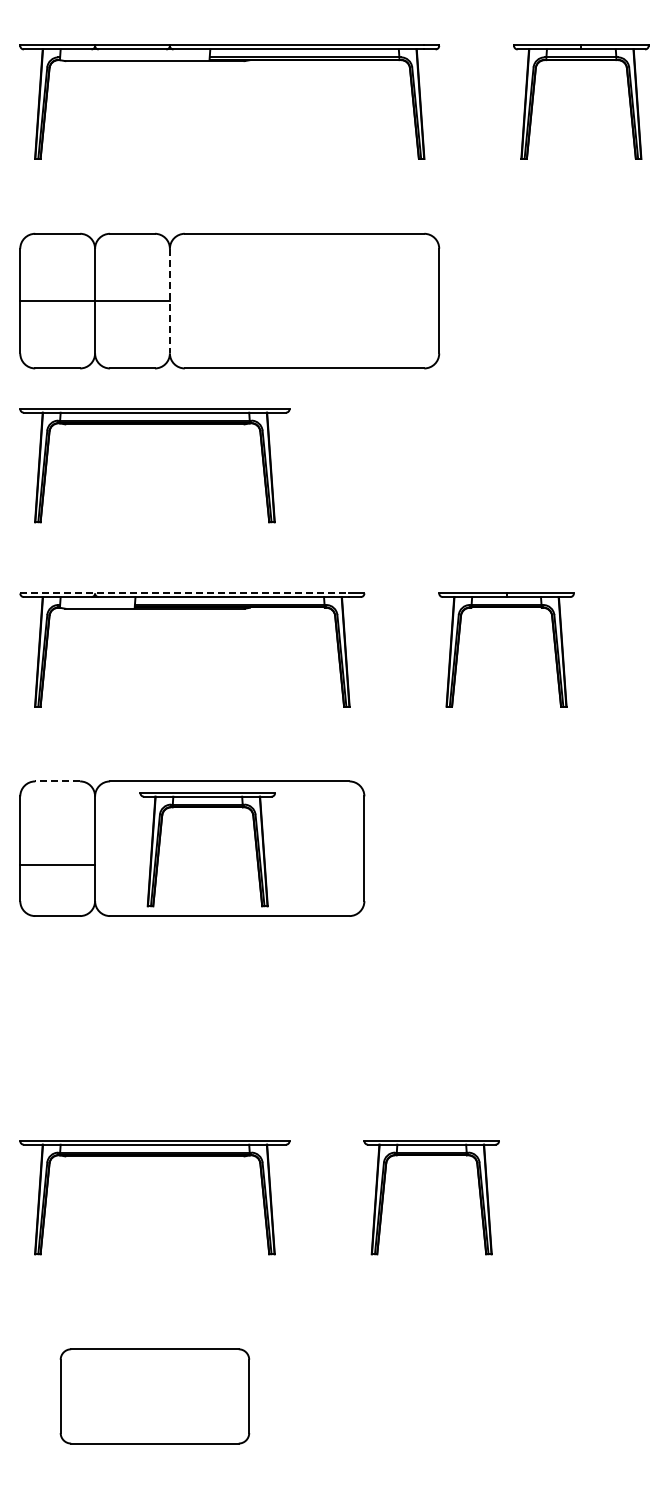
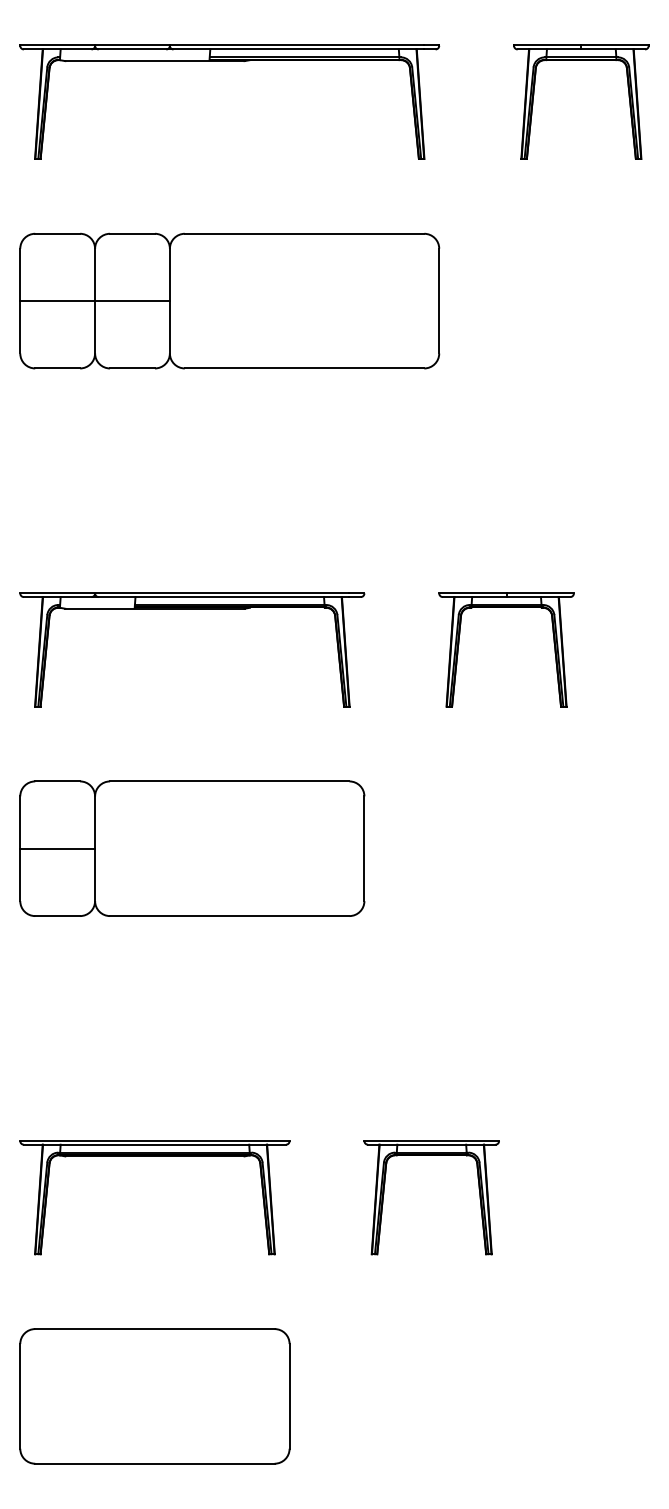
line at (169, 301): dashed -> solid
part at (154, 424): present -> none
line at (184, 592): dashed -> solid
line at (57, 781): dashed -> solid
part at (207, 807): present -> none
line at (57, 864) position: (57, 864) -> (57, 848)
part at (154, 1396) size: 192x97 px -> 272x137 px
